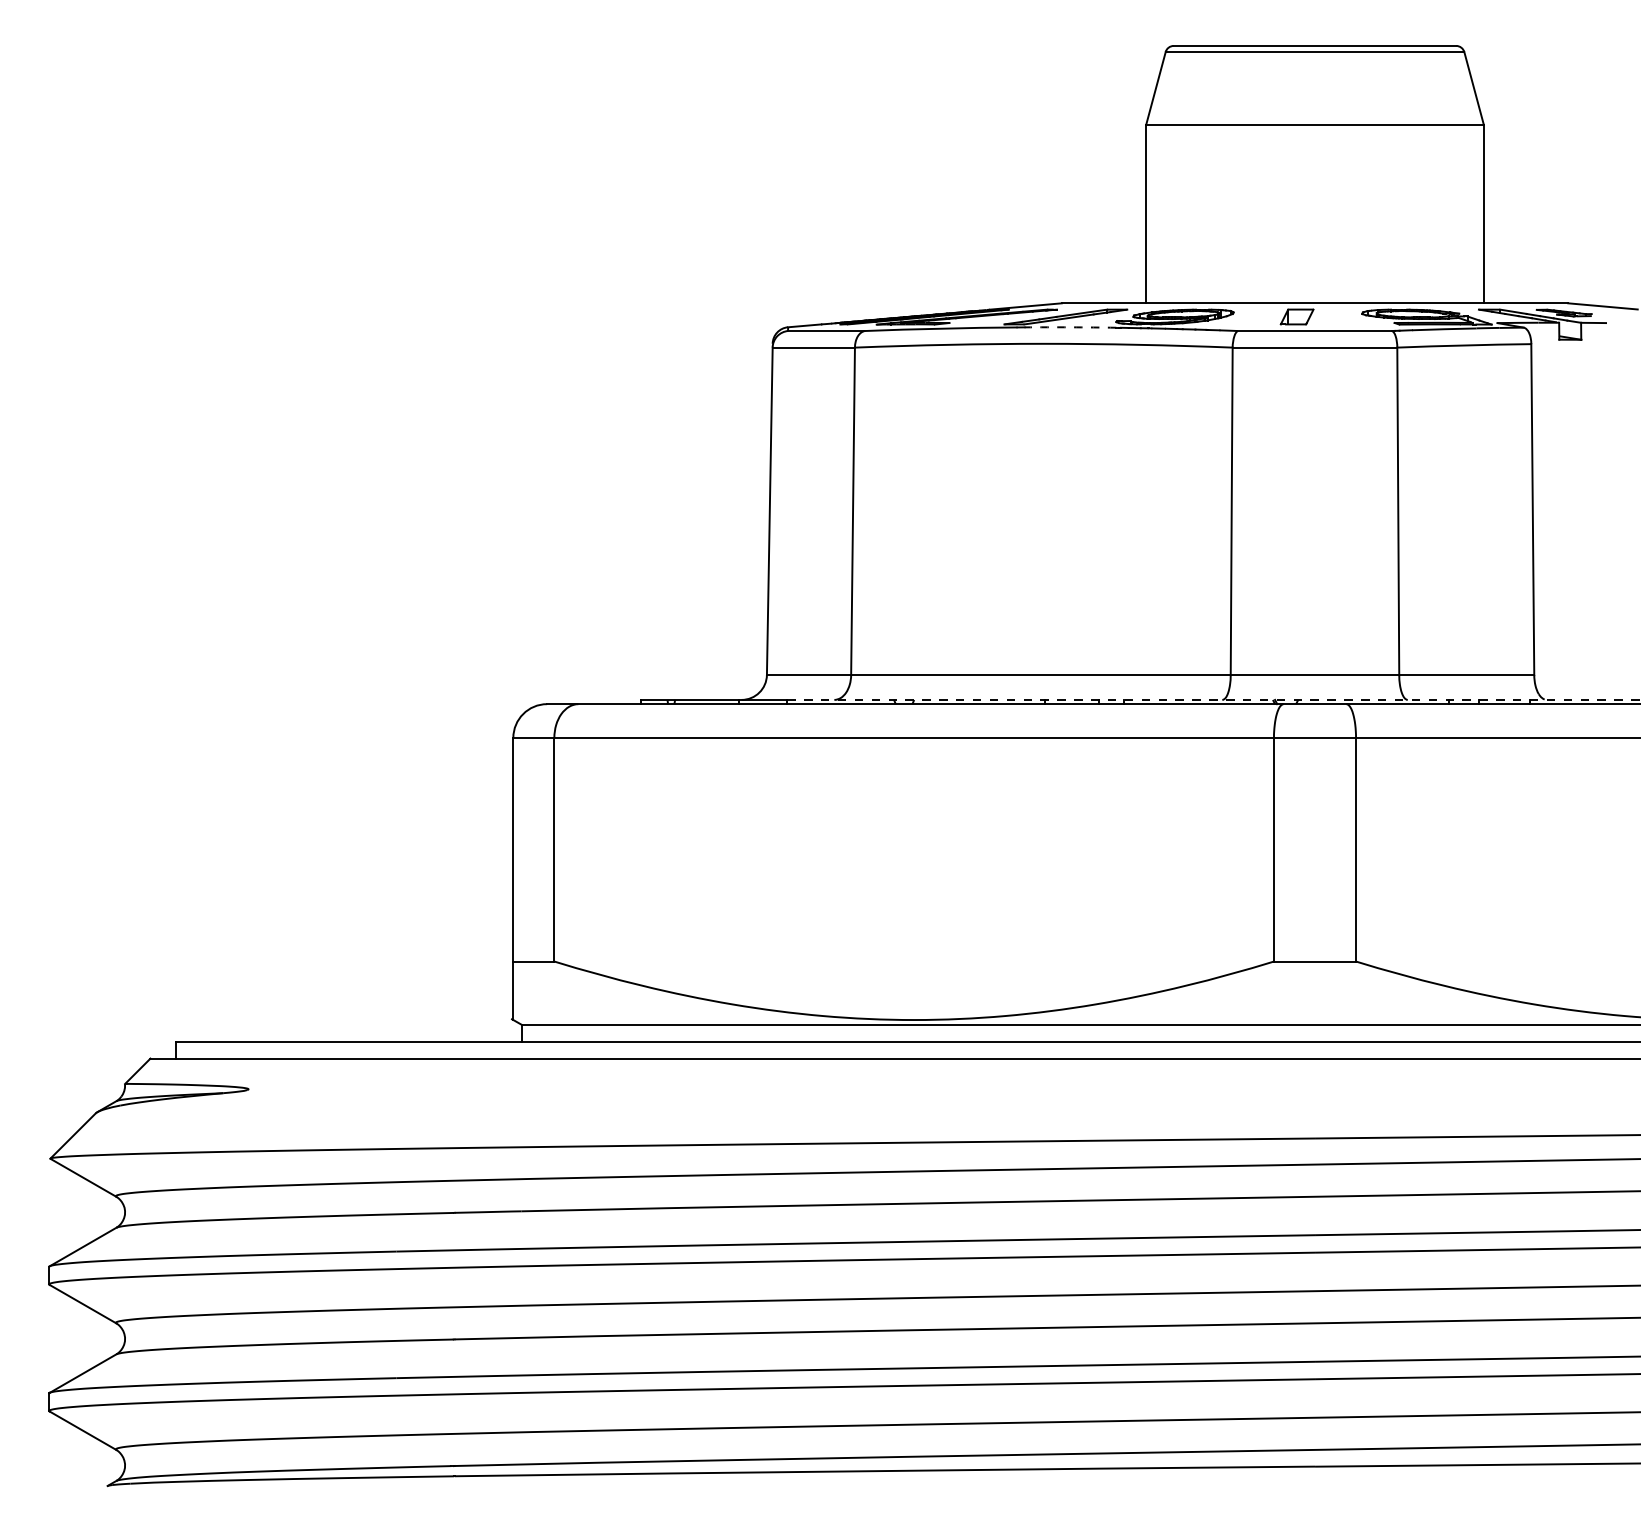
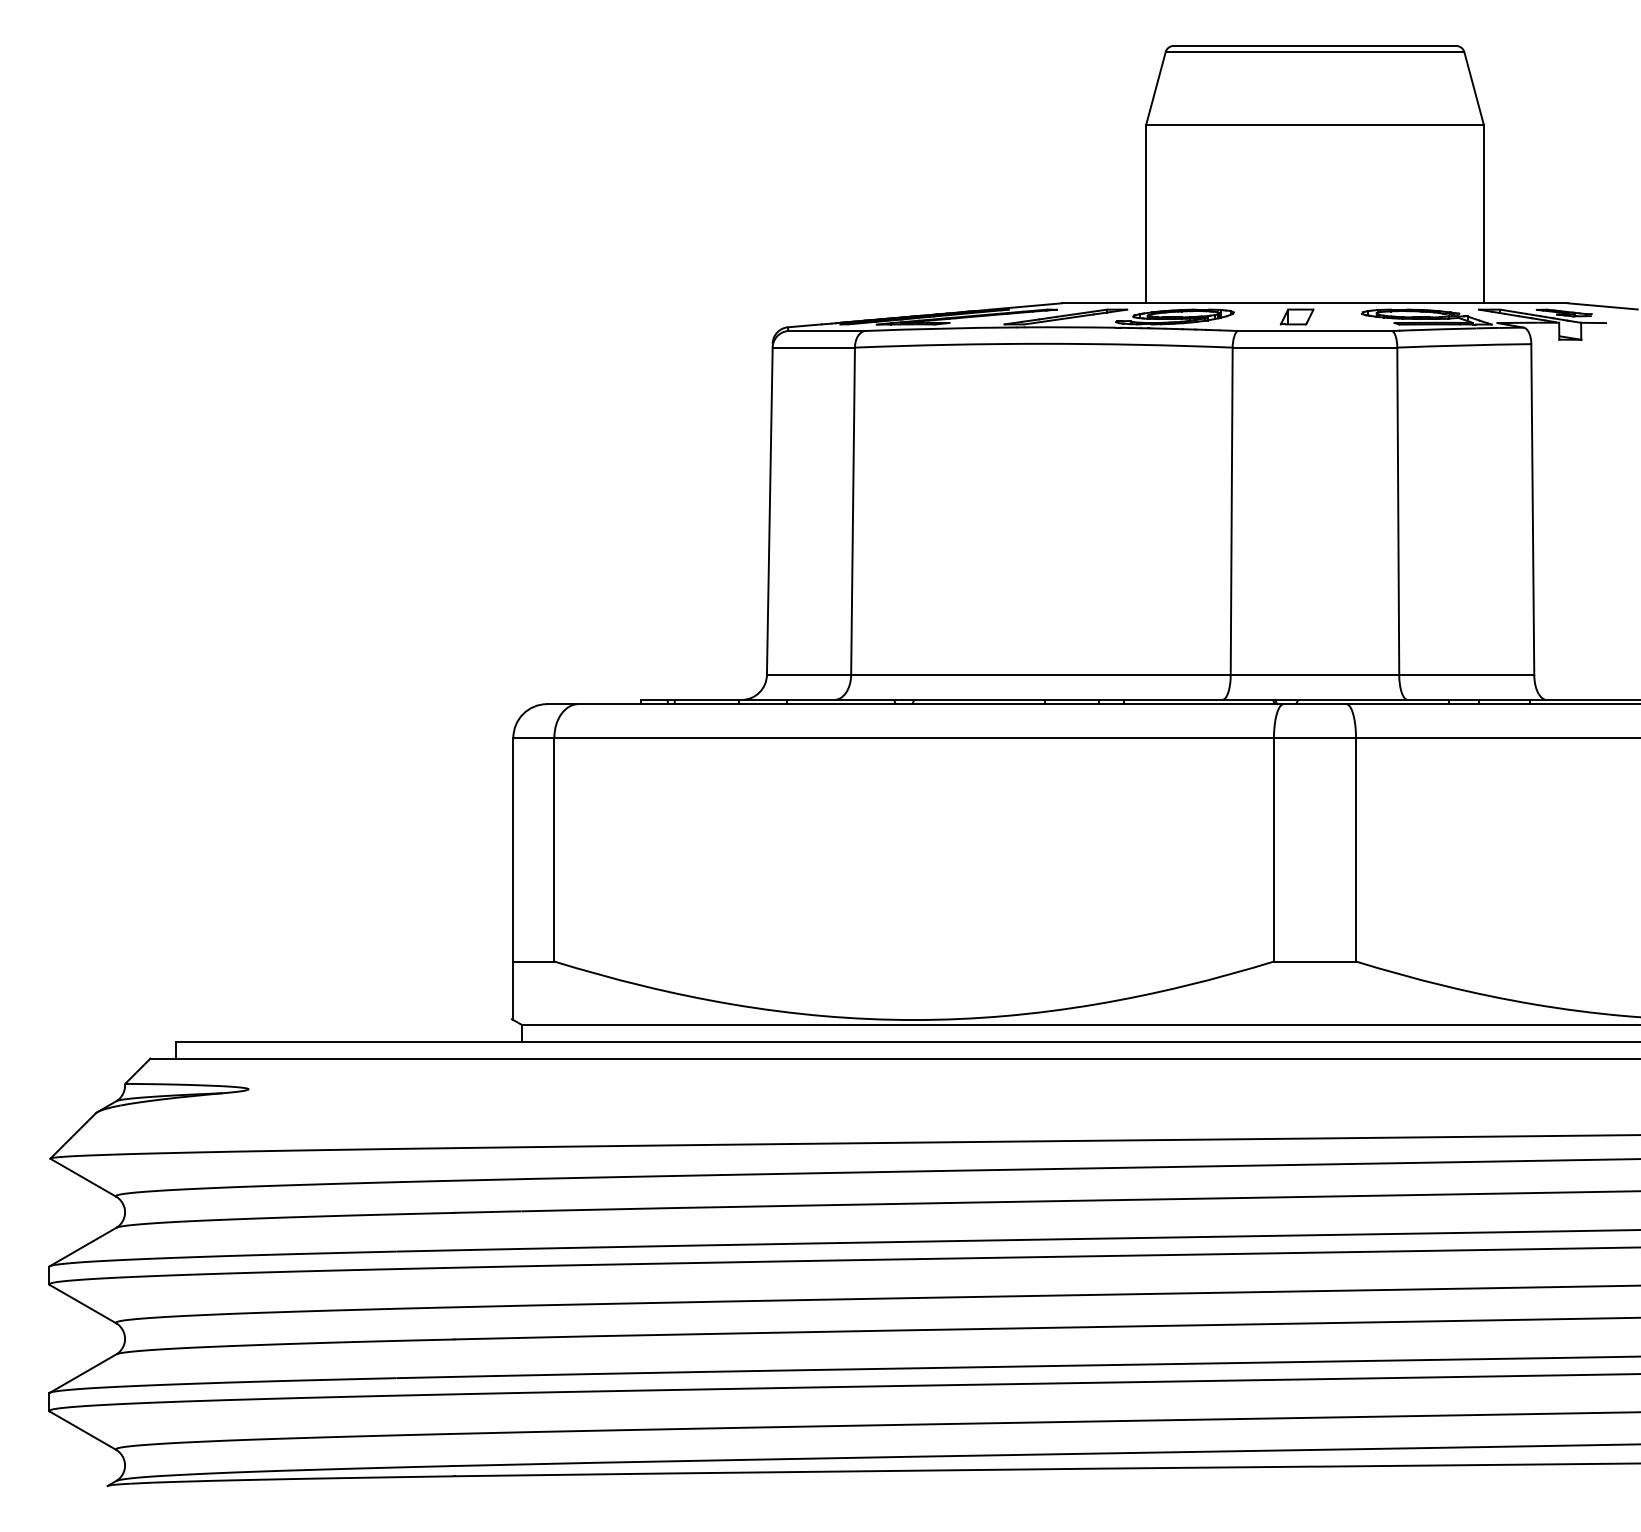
arc at (1070, 327): dashed -> solid
line at (1214, 699): dashed -> solid
